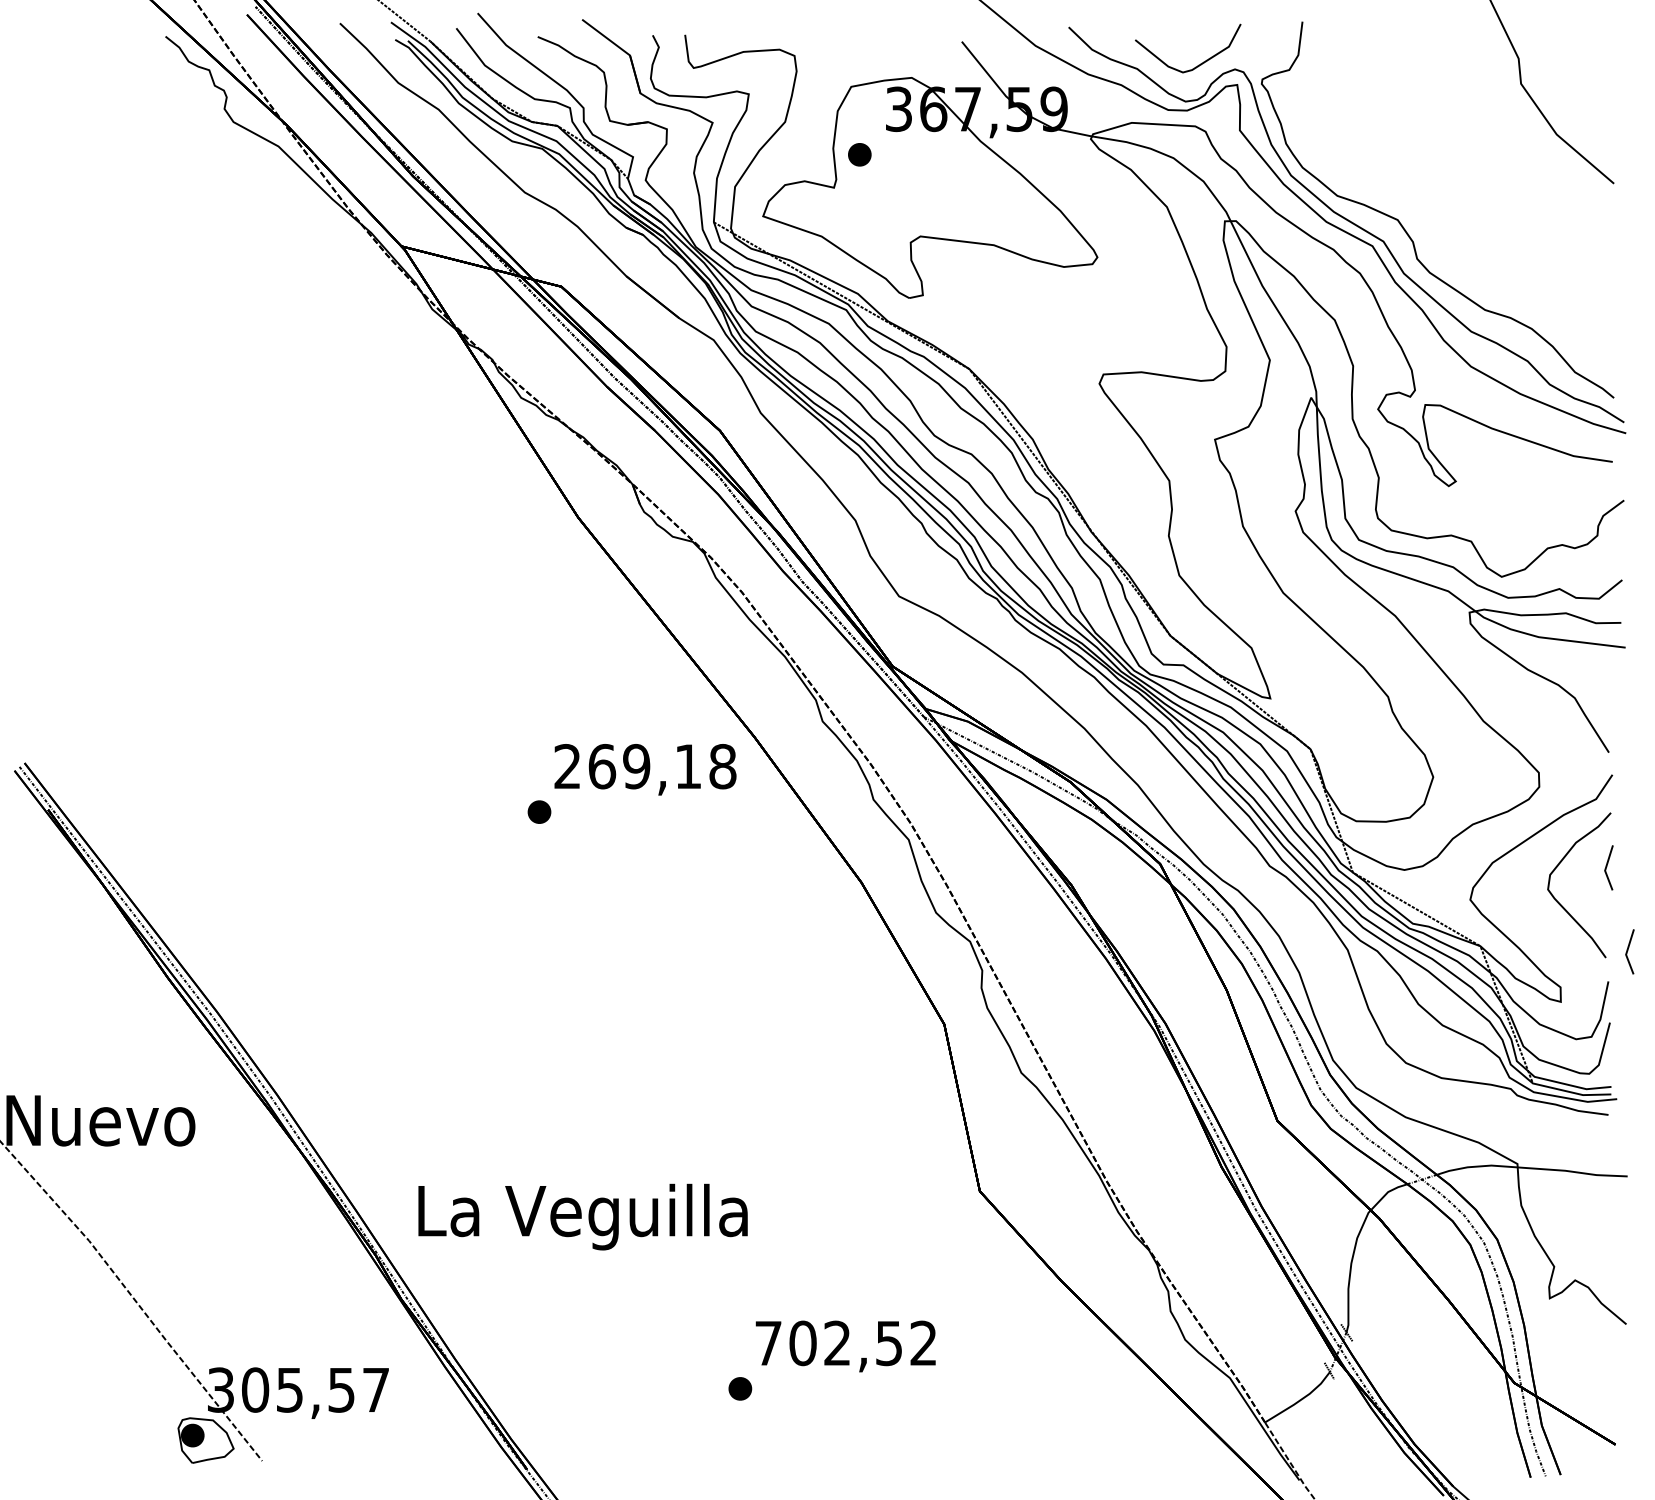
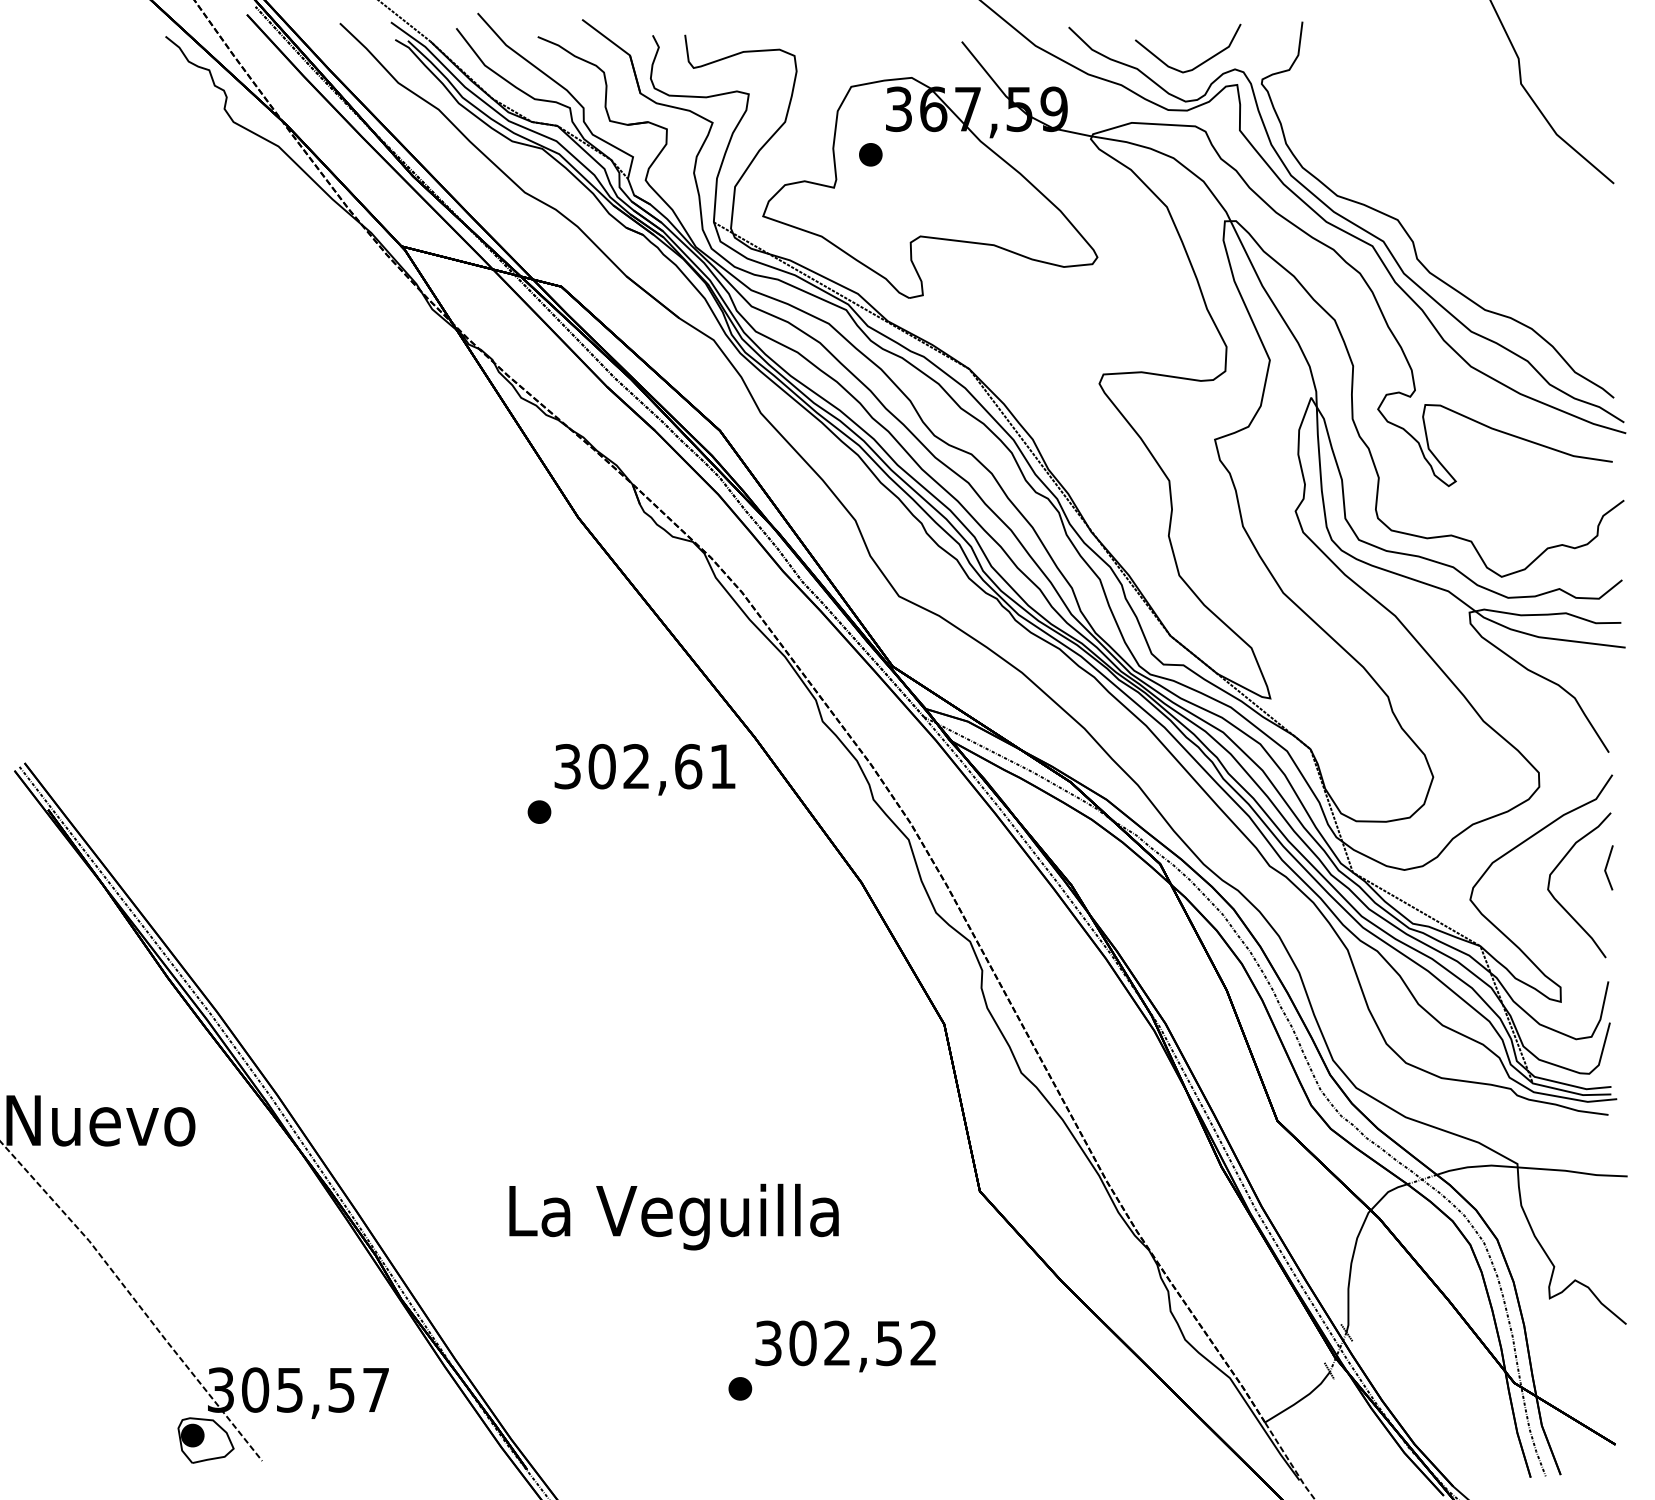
part at (859, 154) position: (859, 154) -> (870, 154)
text at (645, 766): 269,18 -> 302,61
line at (1628, 950): present -> none
text at (582, 1216) position: (582, 1216) -> (673, 1216)
text at (768, 1343): 702,52 -> 302,52
